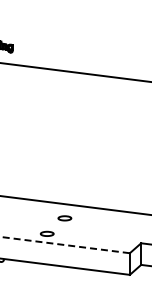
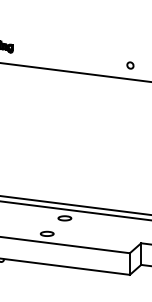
part at (130, 65): none -> present
line at (75, 210): none -> present
line at (65, 245): dashed -> solid
